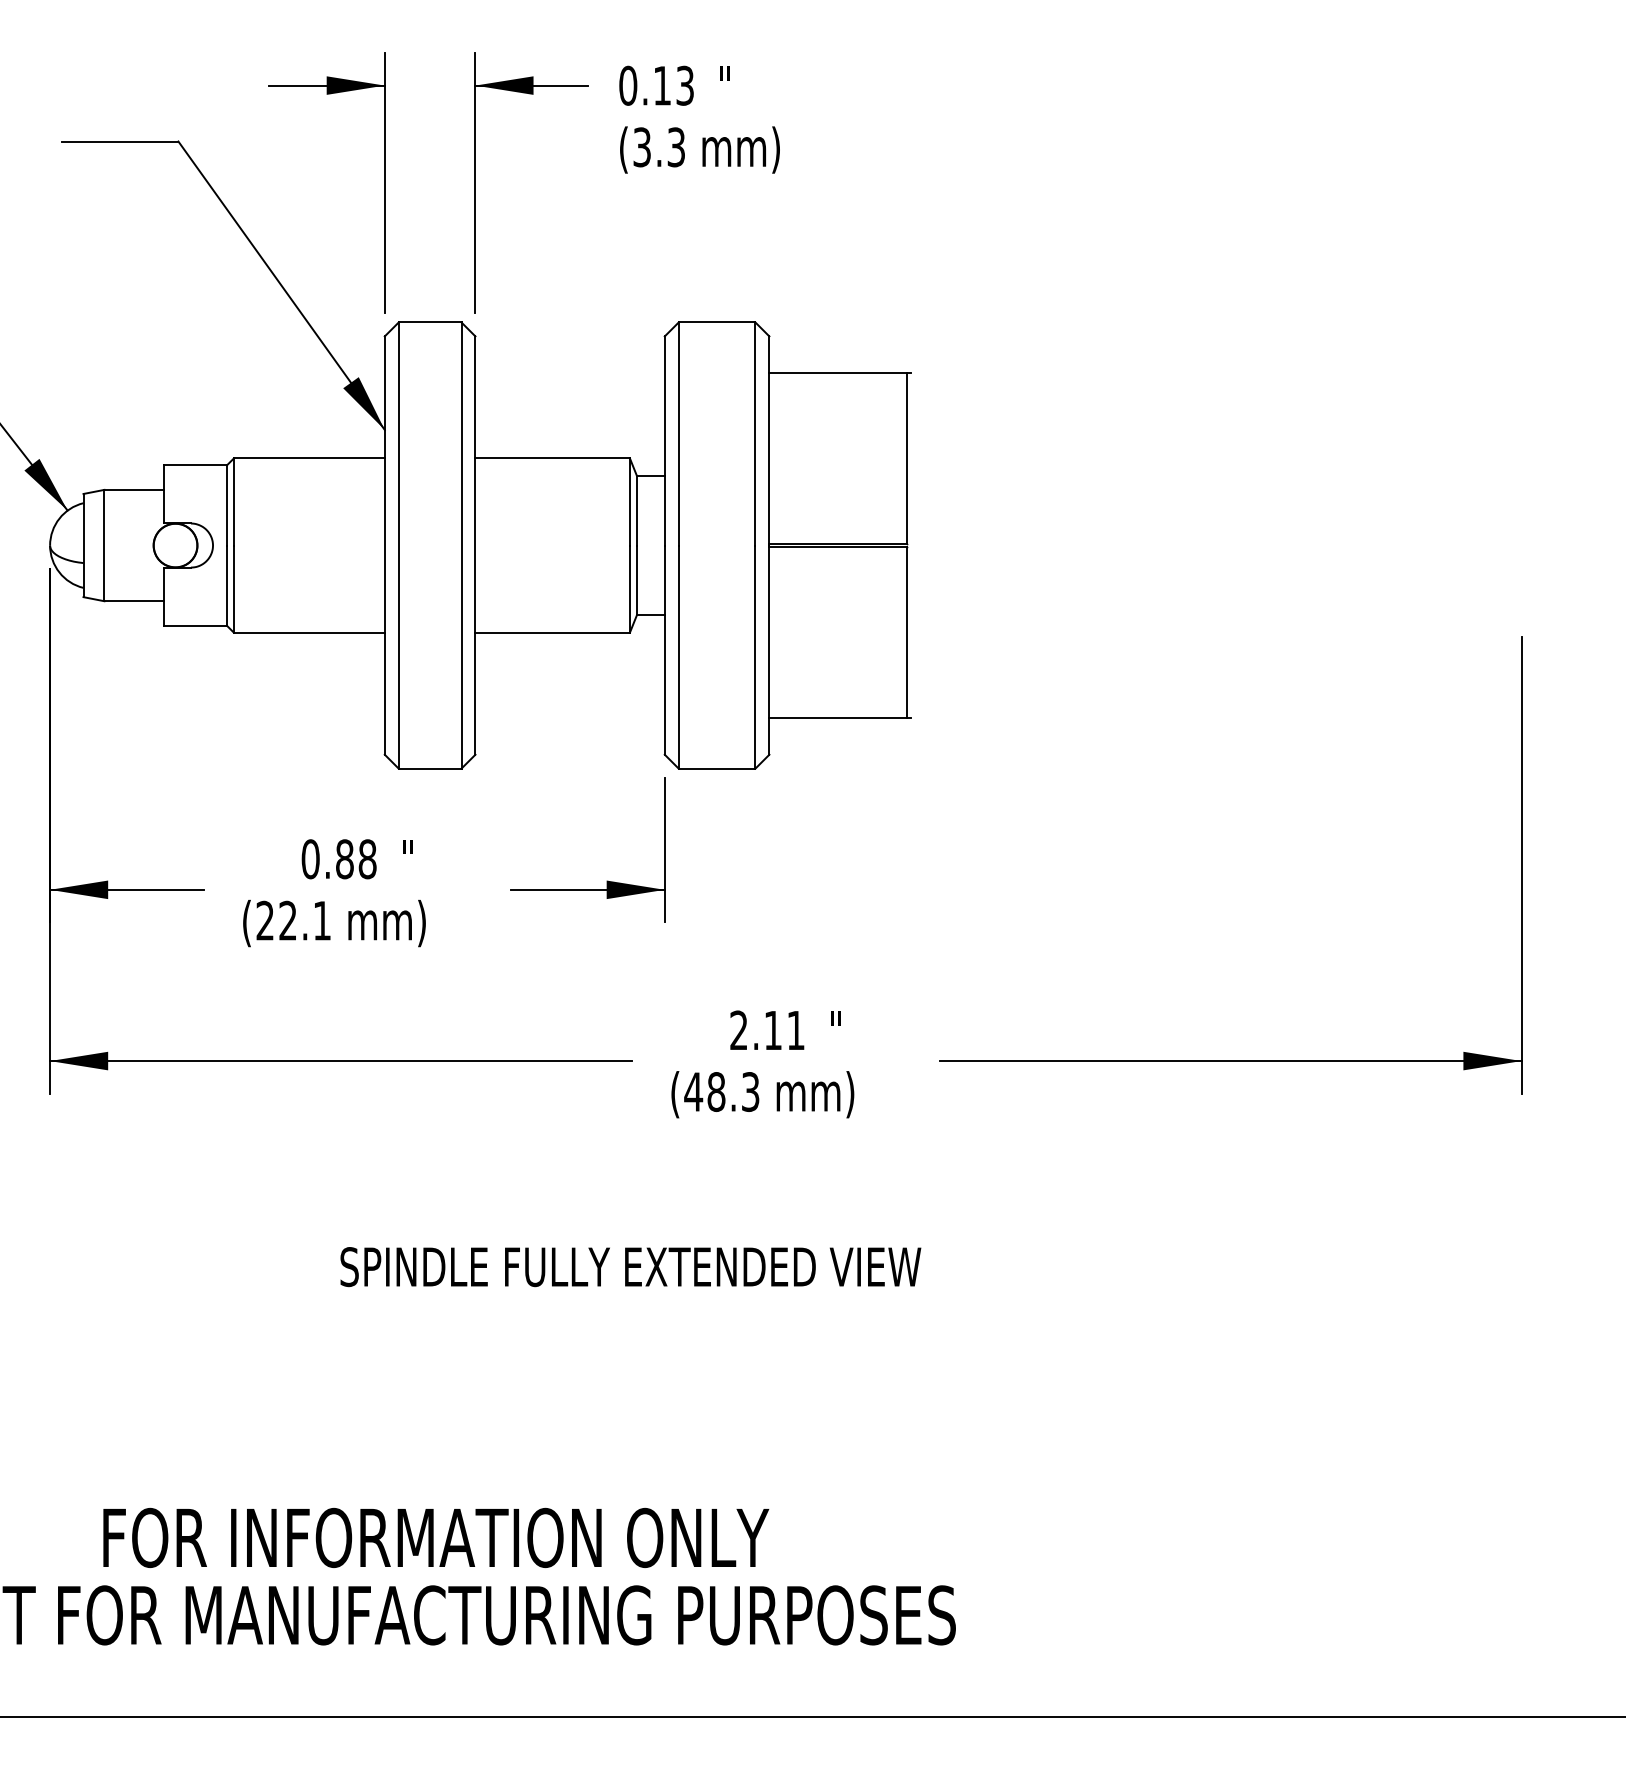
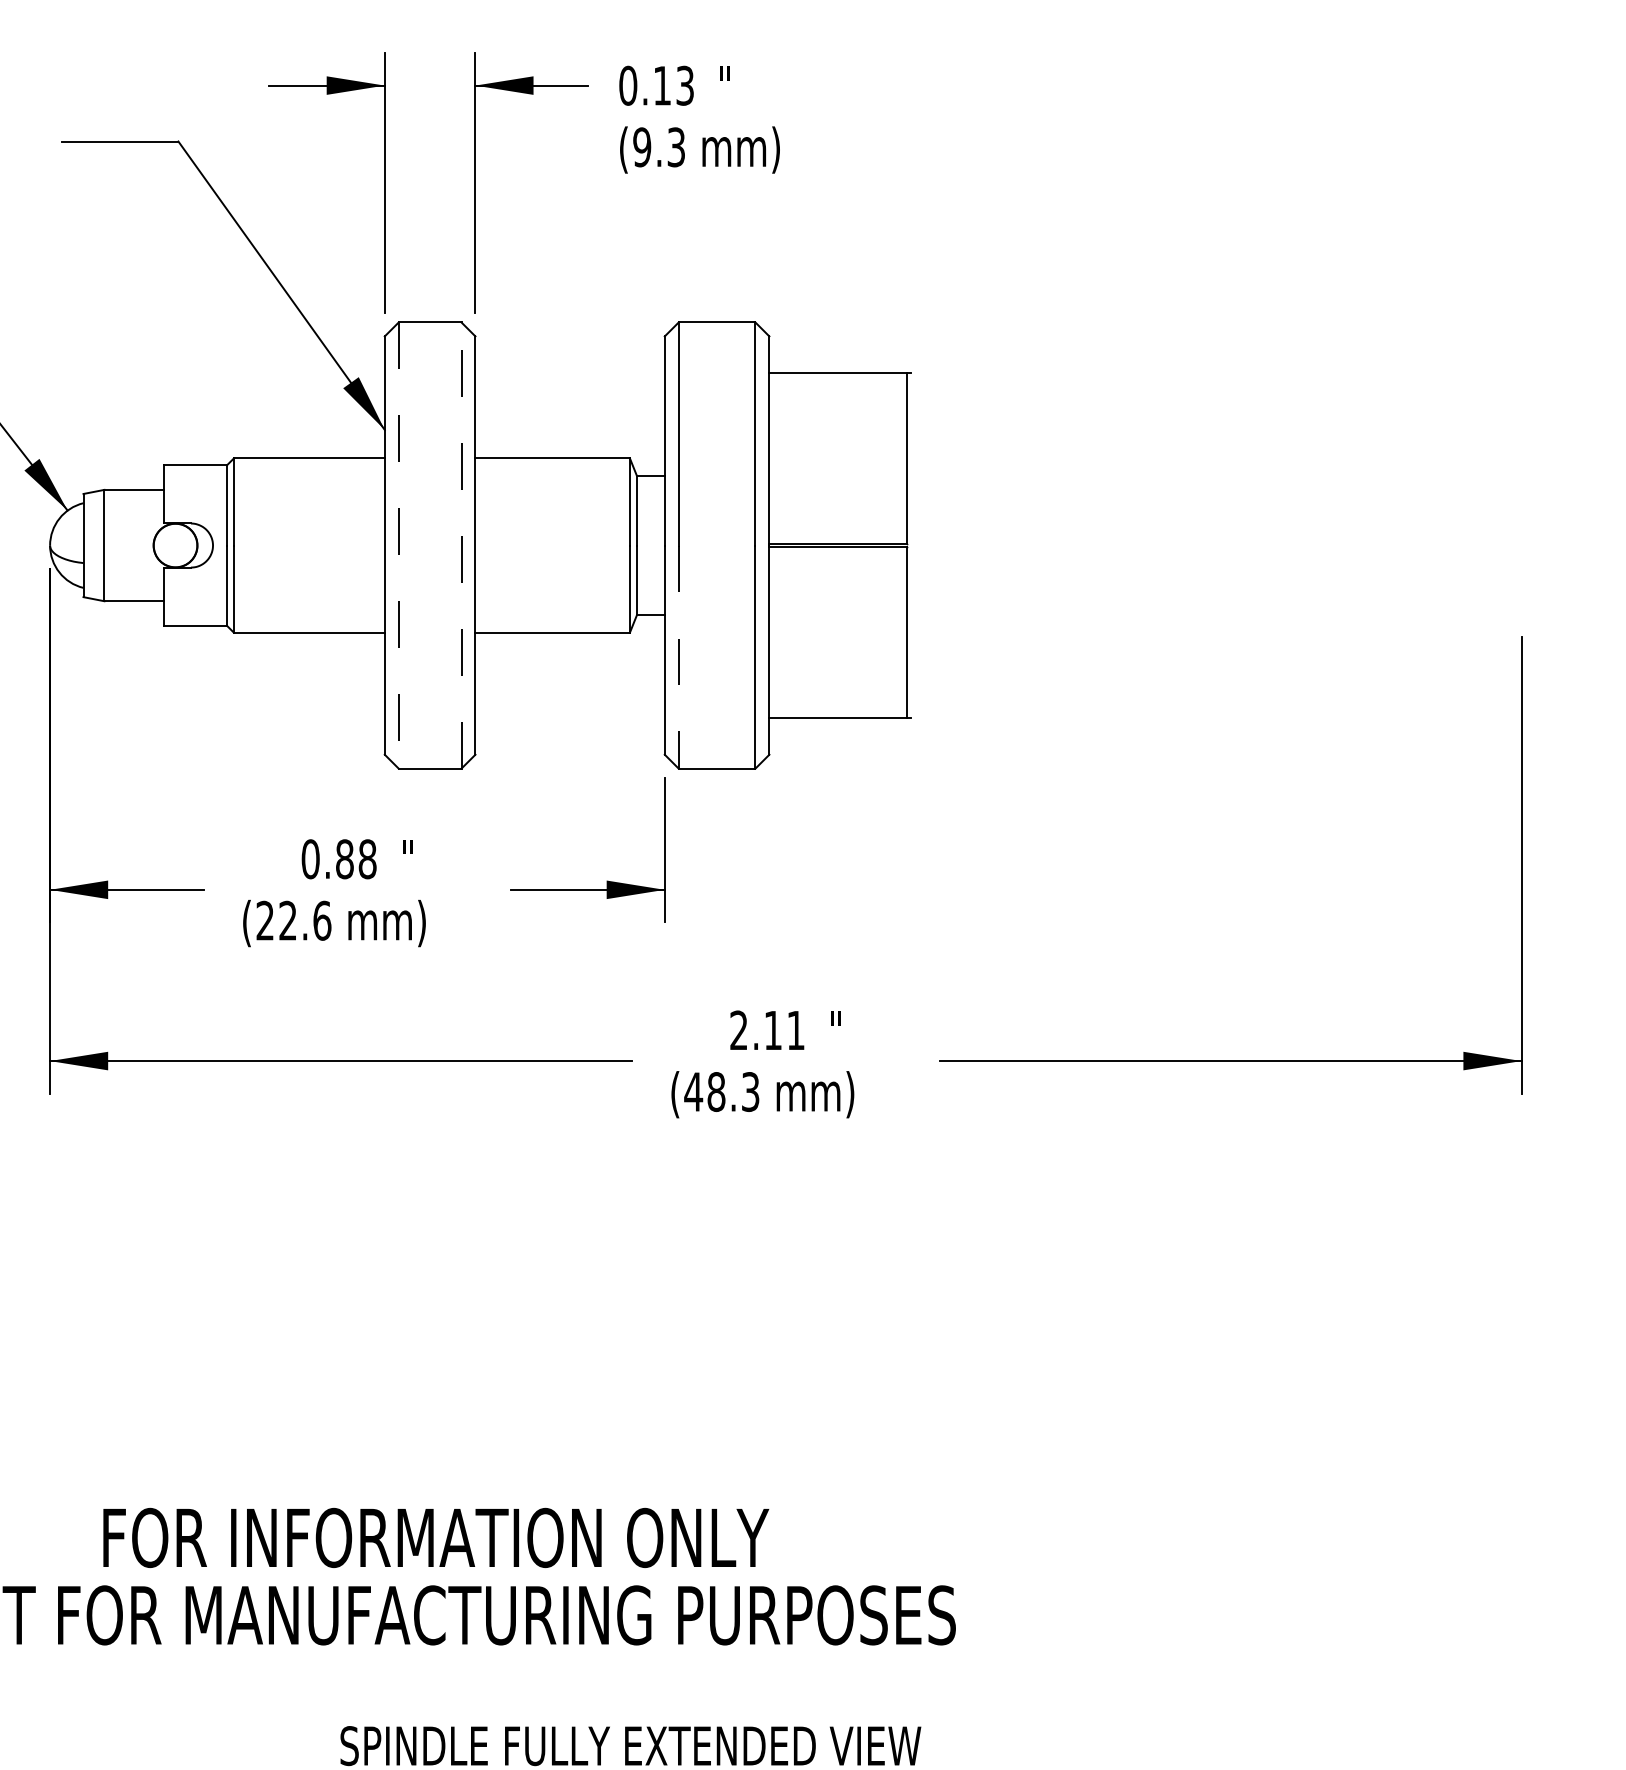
text at (642, 147): (3.3 -> (9.3
line at (461, 545): solid -> dashed
line at (398, 546): solid -> dashed
line at (678, 657): solid -> dashed
text at (322, 920): (22.1 -> (22.6
text at (630, 1267) position: (630, 1267) -> (630, 1746)
line at (812, 1716): present -> none
